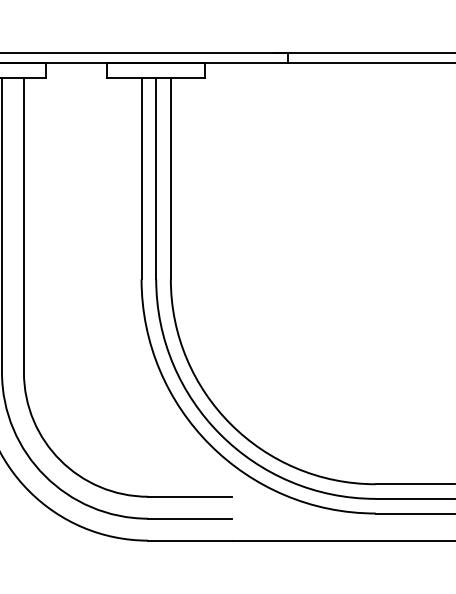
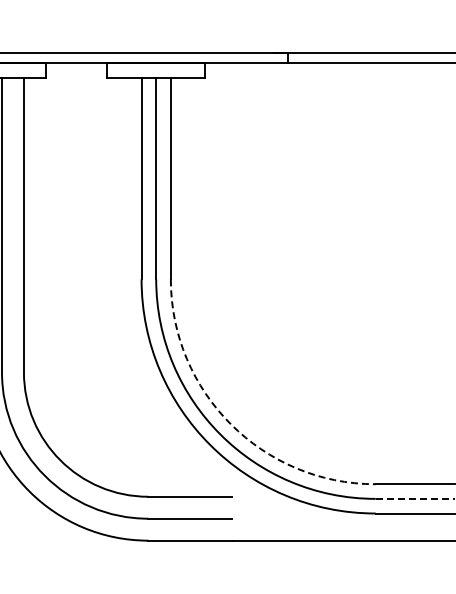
arc at (230, 424): solid -> dashed
line at (415, 498): solid -> dashed
